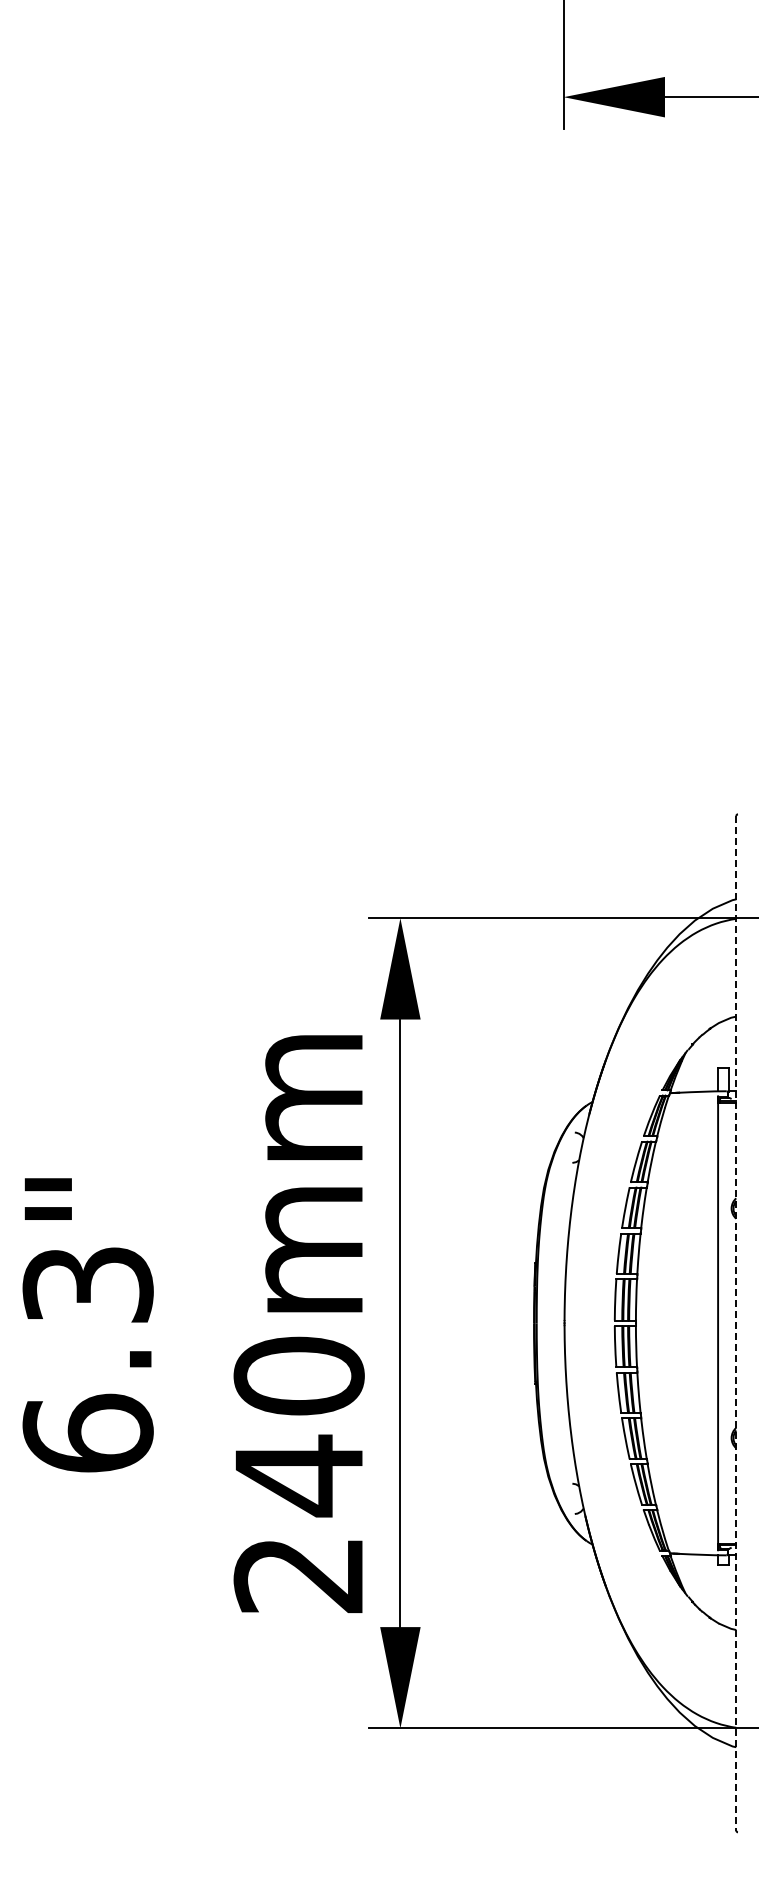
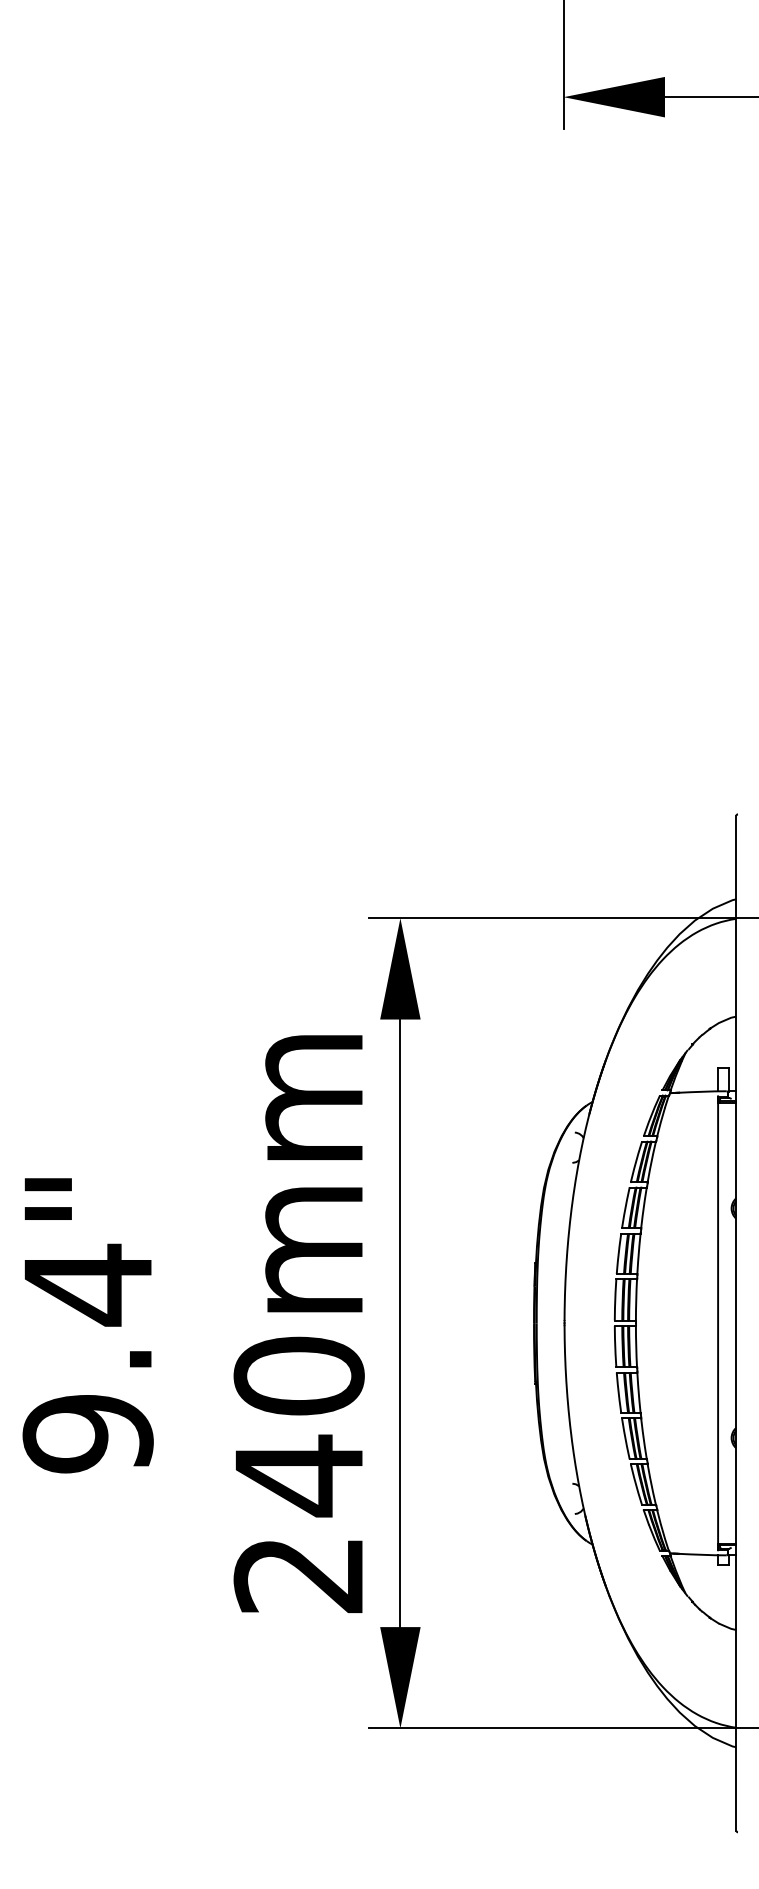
line at (736, 1323): dashed -> solid
text at (87, 1358): 6.3" -> 9.4"
